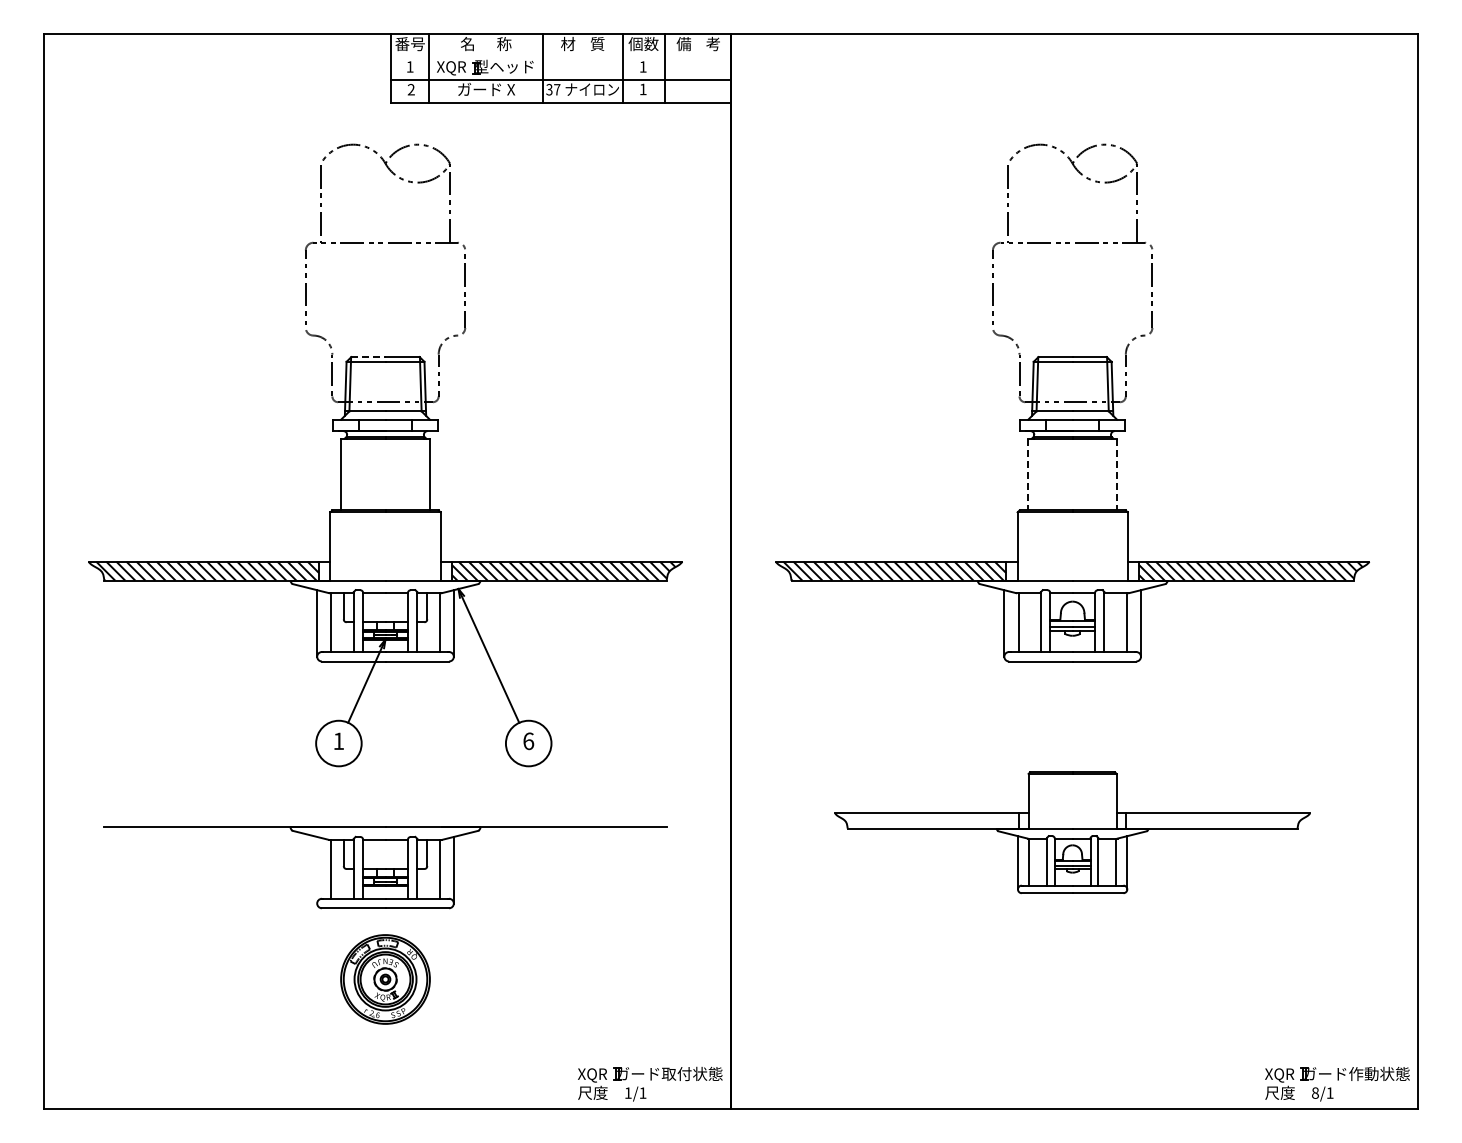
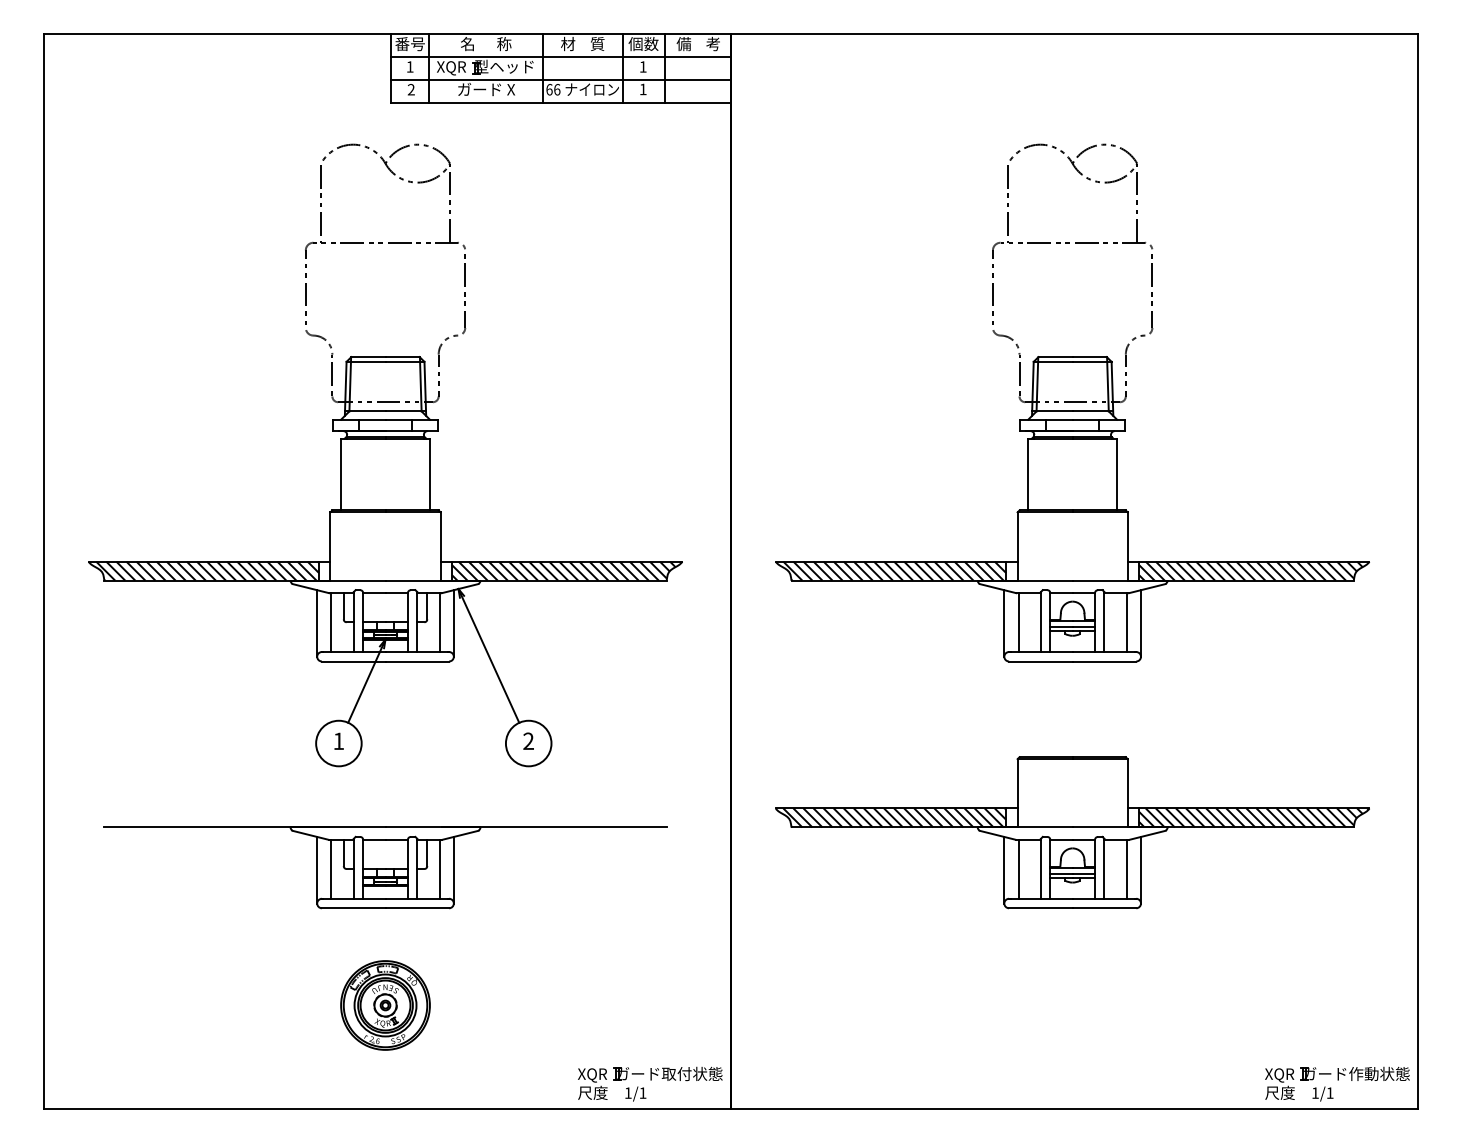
line at (561, 57): none -> present
text at (553, 89): 37 -> 66
line at (368, 357): dashed -> solid
line at (1028, 474): dashed -> solid
line at (1117, 474): dashed -> solid
text at (528, 741): 6 -> 2
part at (1072, 832) size: 477x123 px -> 595x154 px
line at (317, 869): none -> present
part at (385, 979) position: (385, 979) -> (385, 1005)
text at (1315, 1092): 8/1 -> 1/1
